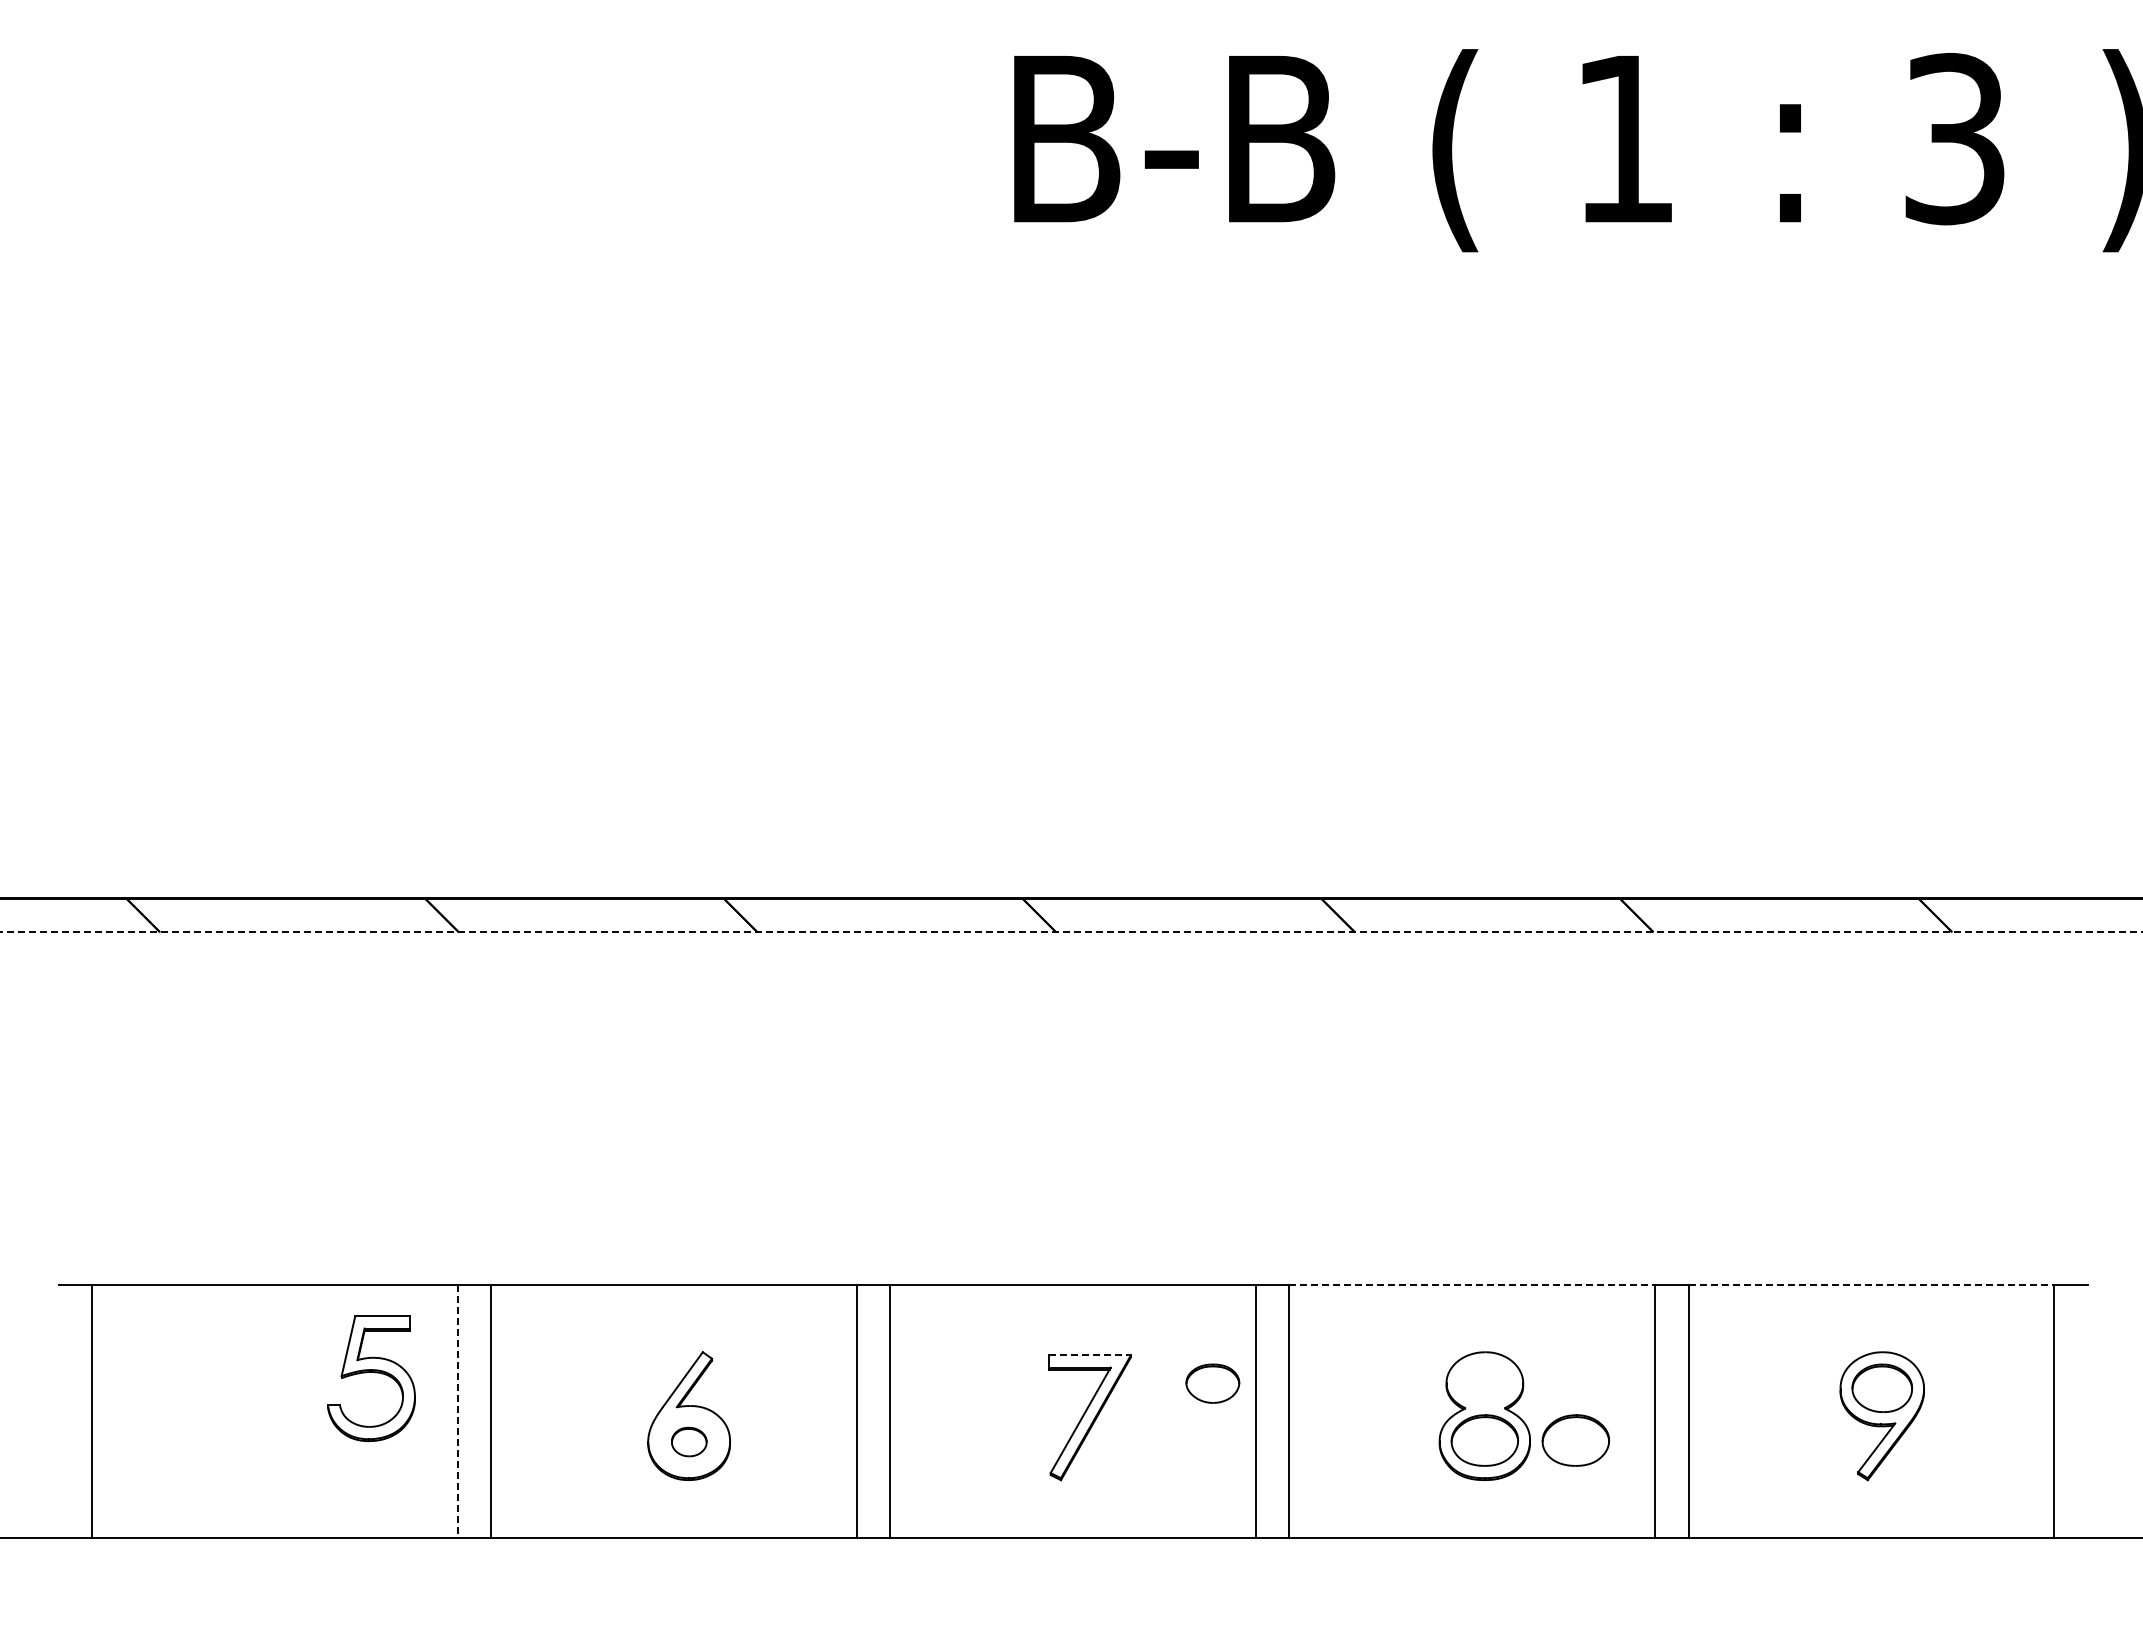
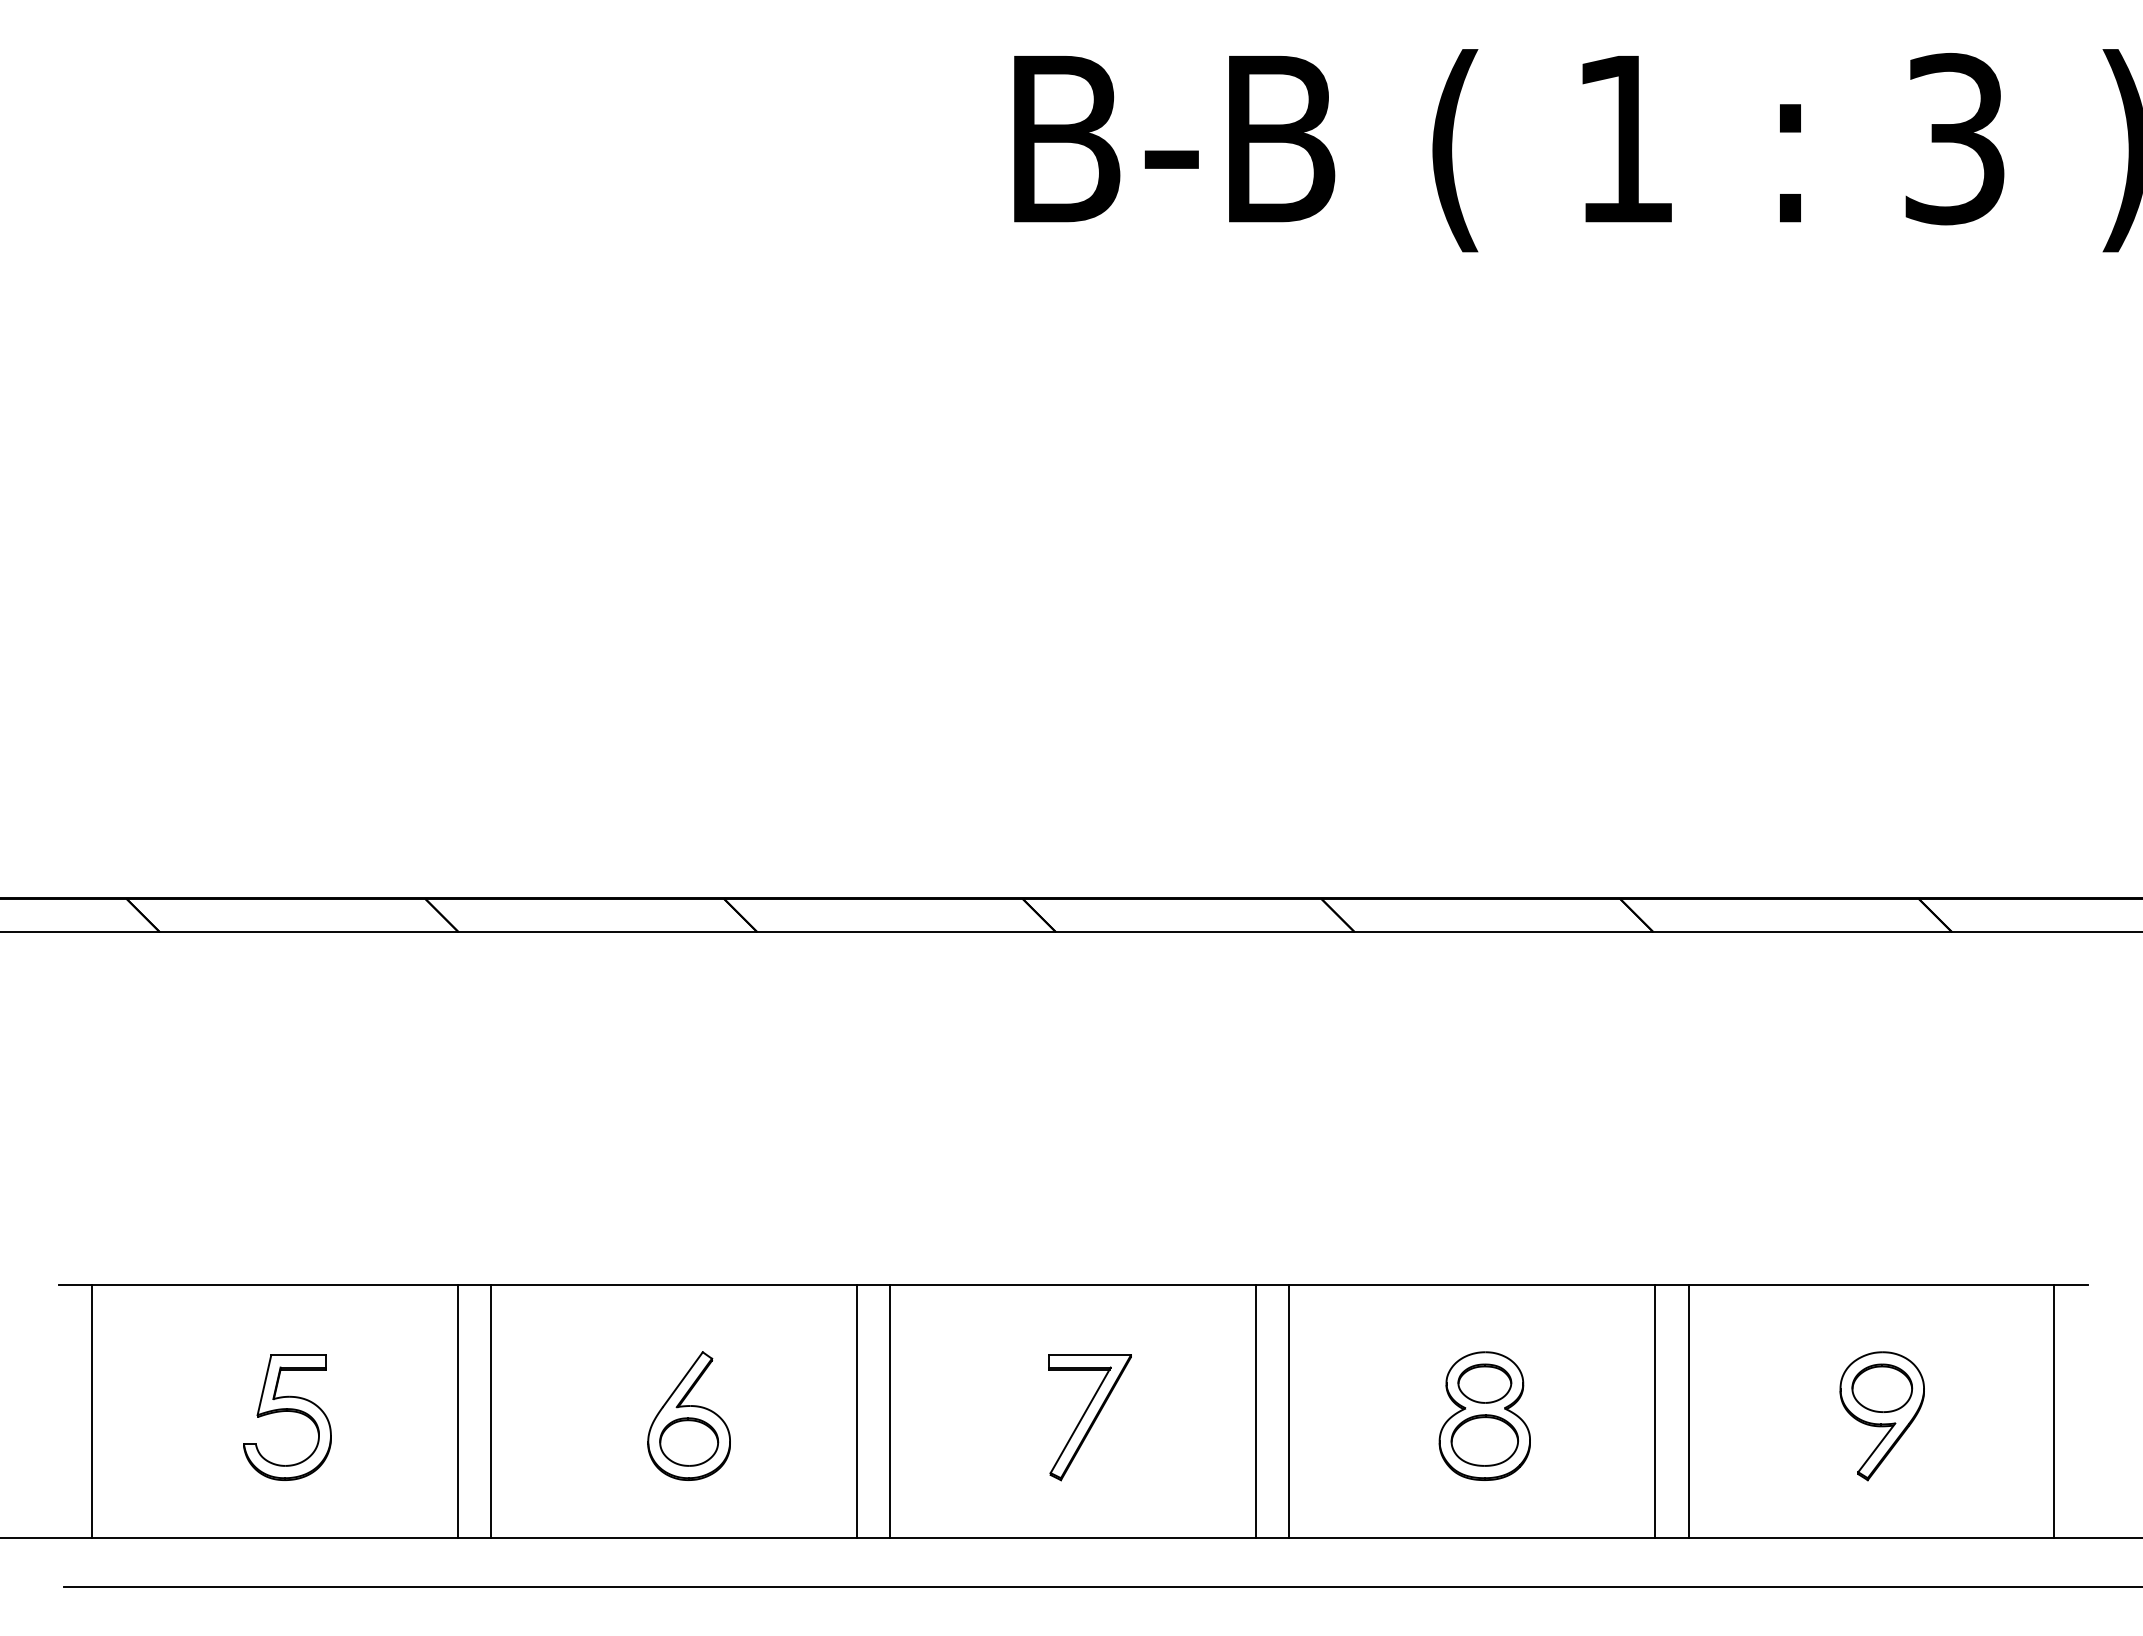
line at (1071, 932): dashed -> solid
line at (1472, 1285): dashed -> solid
line at (1871, 1285): dashed -> solid
line at (1090, 1355): dashed -> solid
part at (371, 1378) position: (371, 1378) -> (287, 1417)
part at (1212, 1383) position: (1212, 1383) -> (1484, 1383)
line at (457, 1412): dashed -> solid
part at (1575, 1440): present -> none
part at (689, 1441) size: 37x32 px -> 61x50 px
line at (1101, 1586): none -> present
